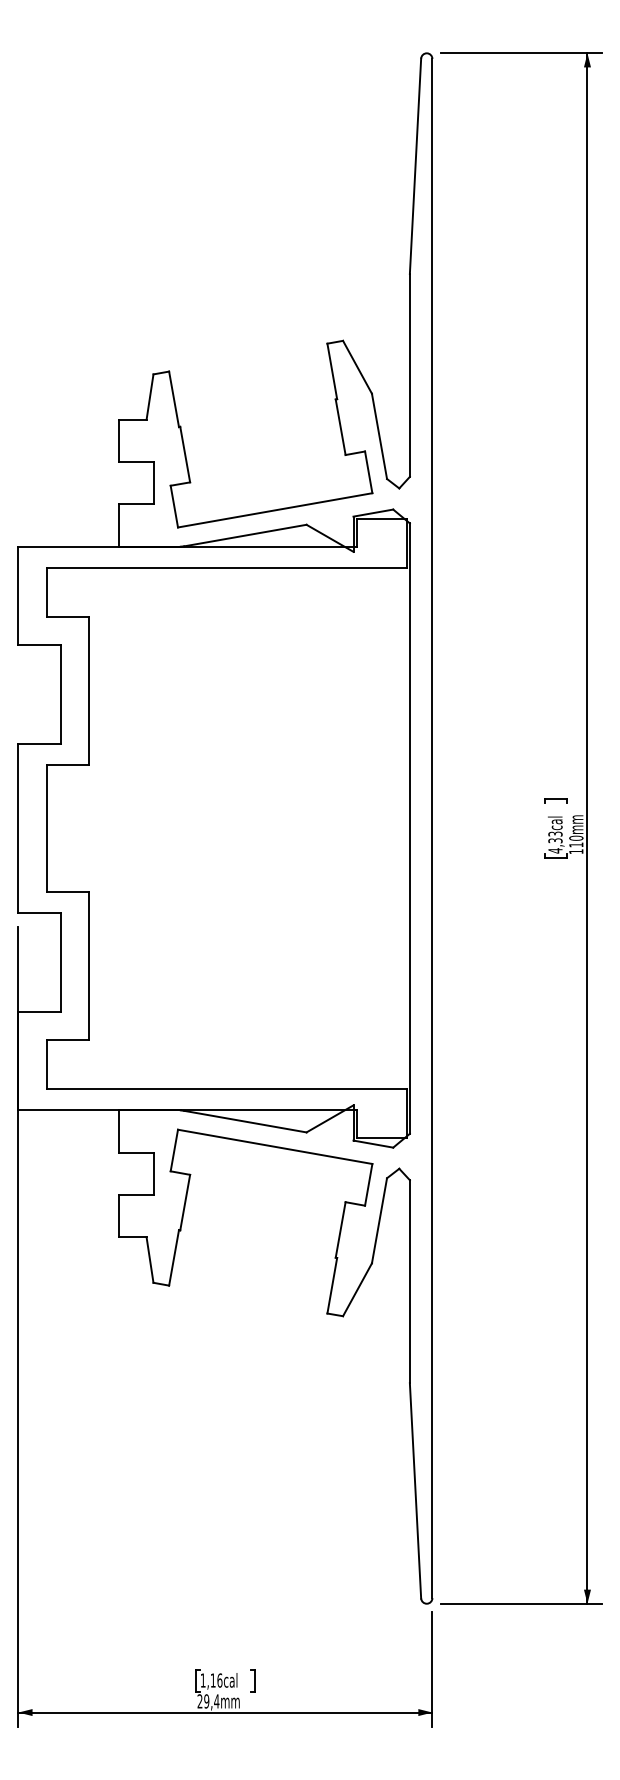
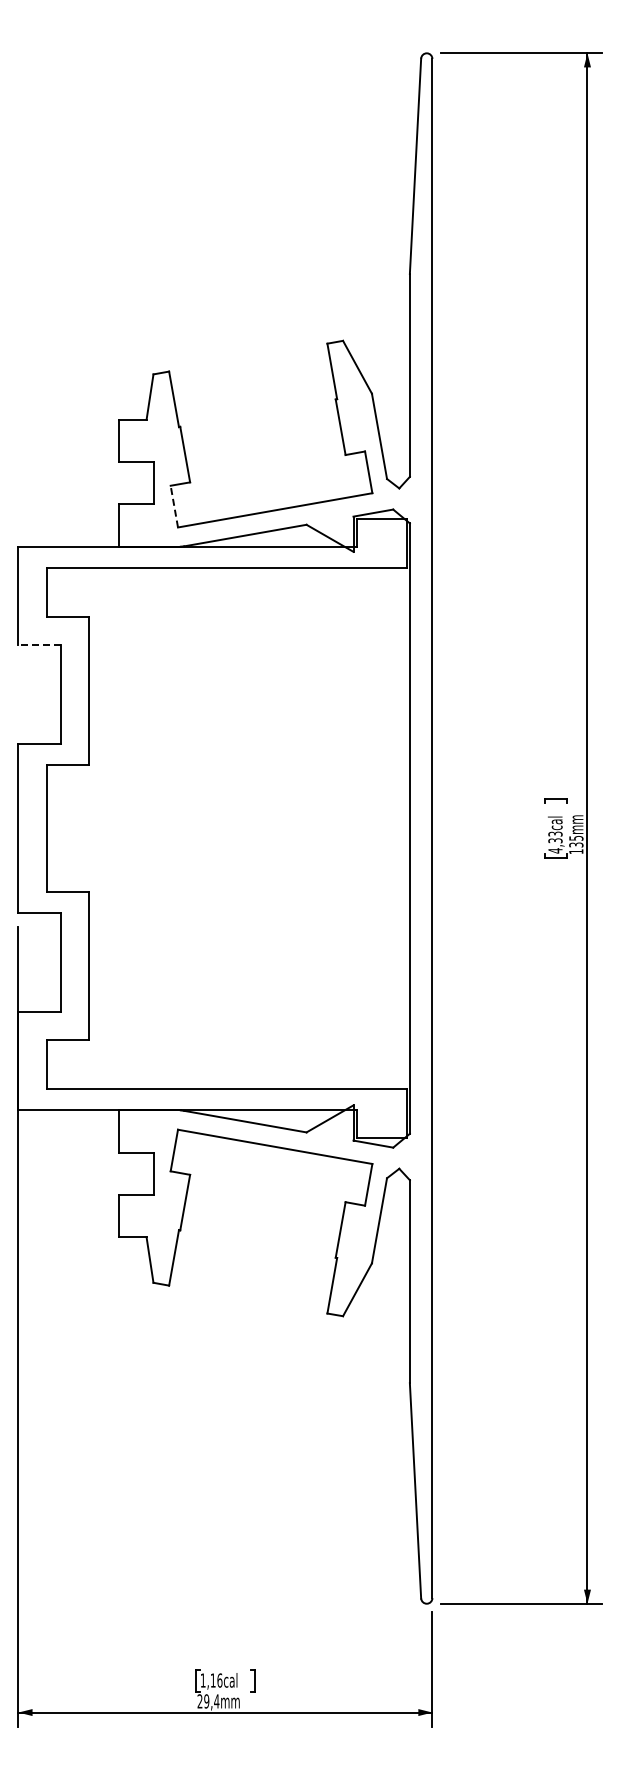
line at (174, 506): solid -> dashed
line at (39, 645): solid -> dashed
text at (576, 841): 110mm -> 135mm
